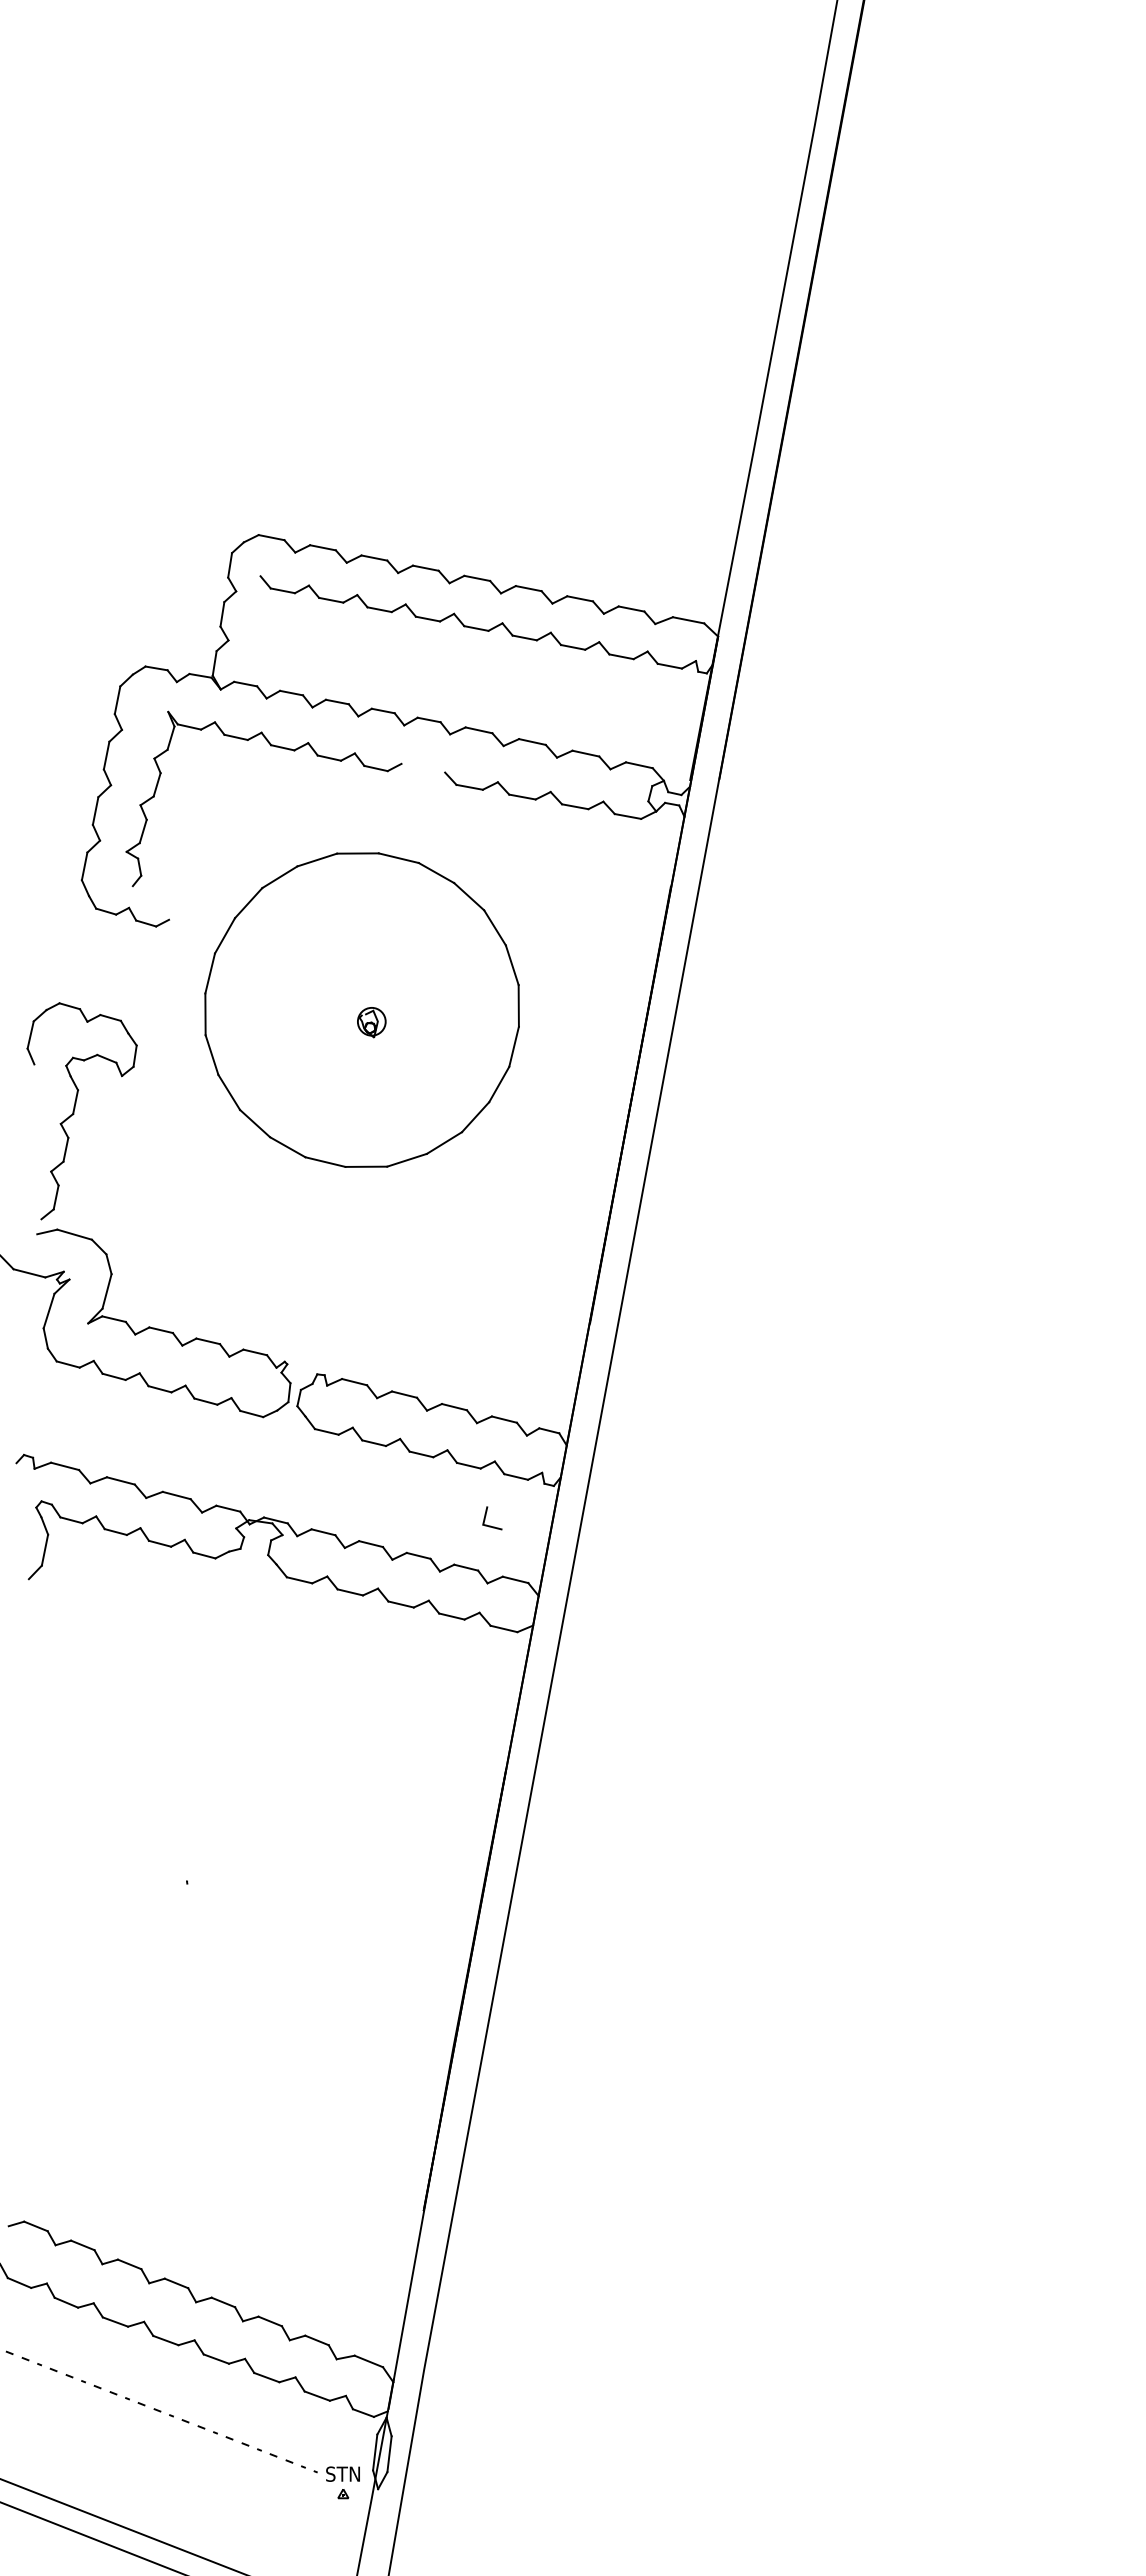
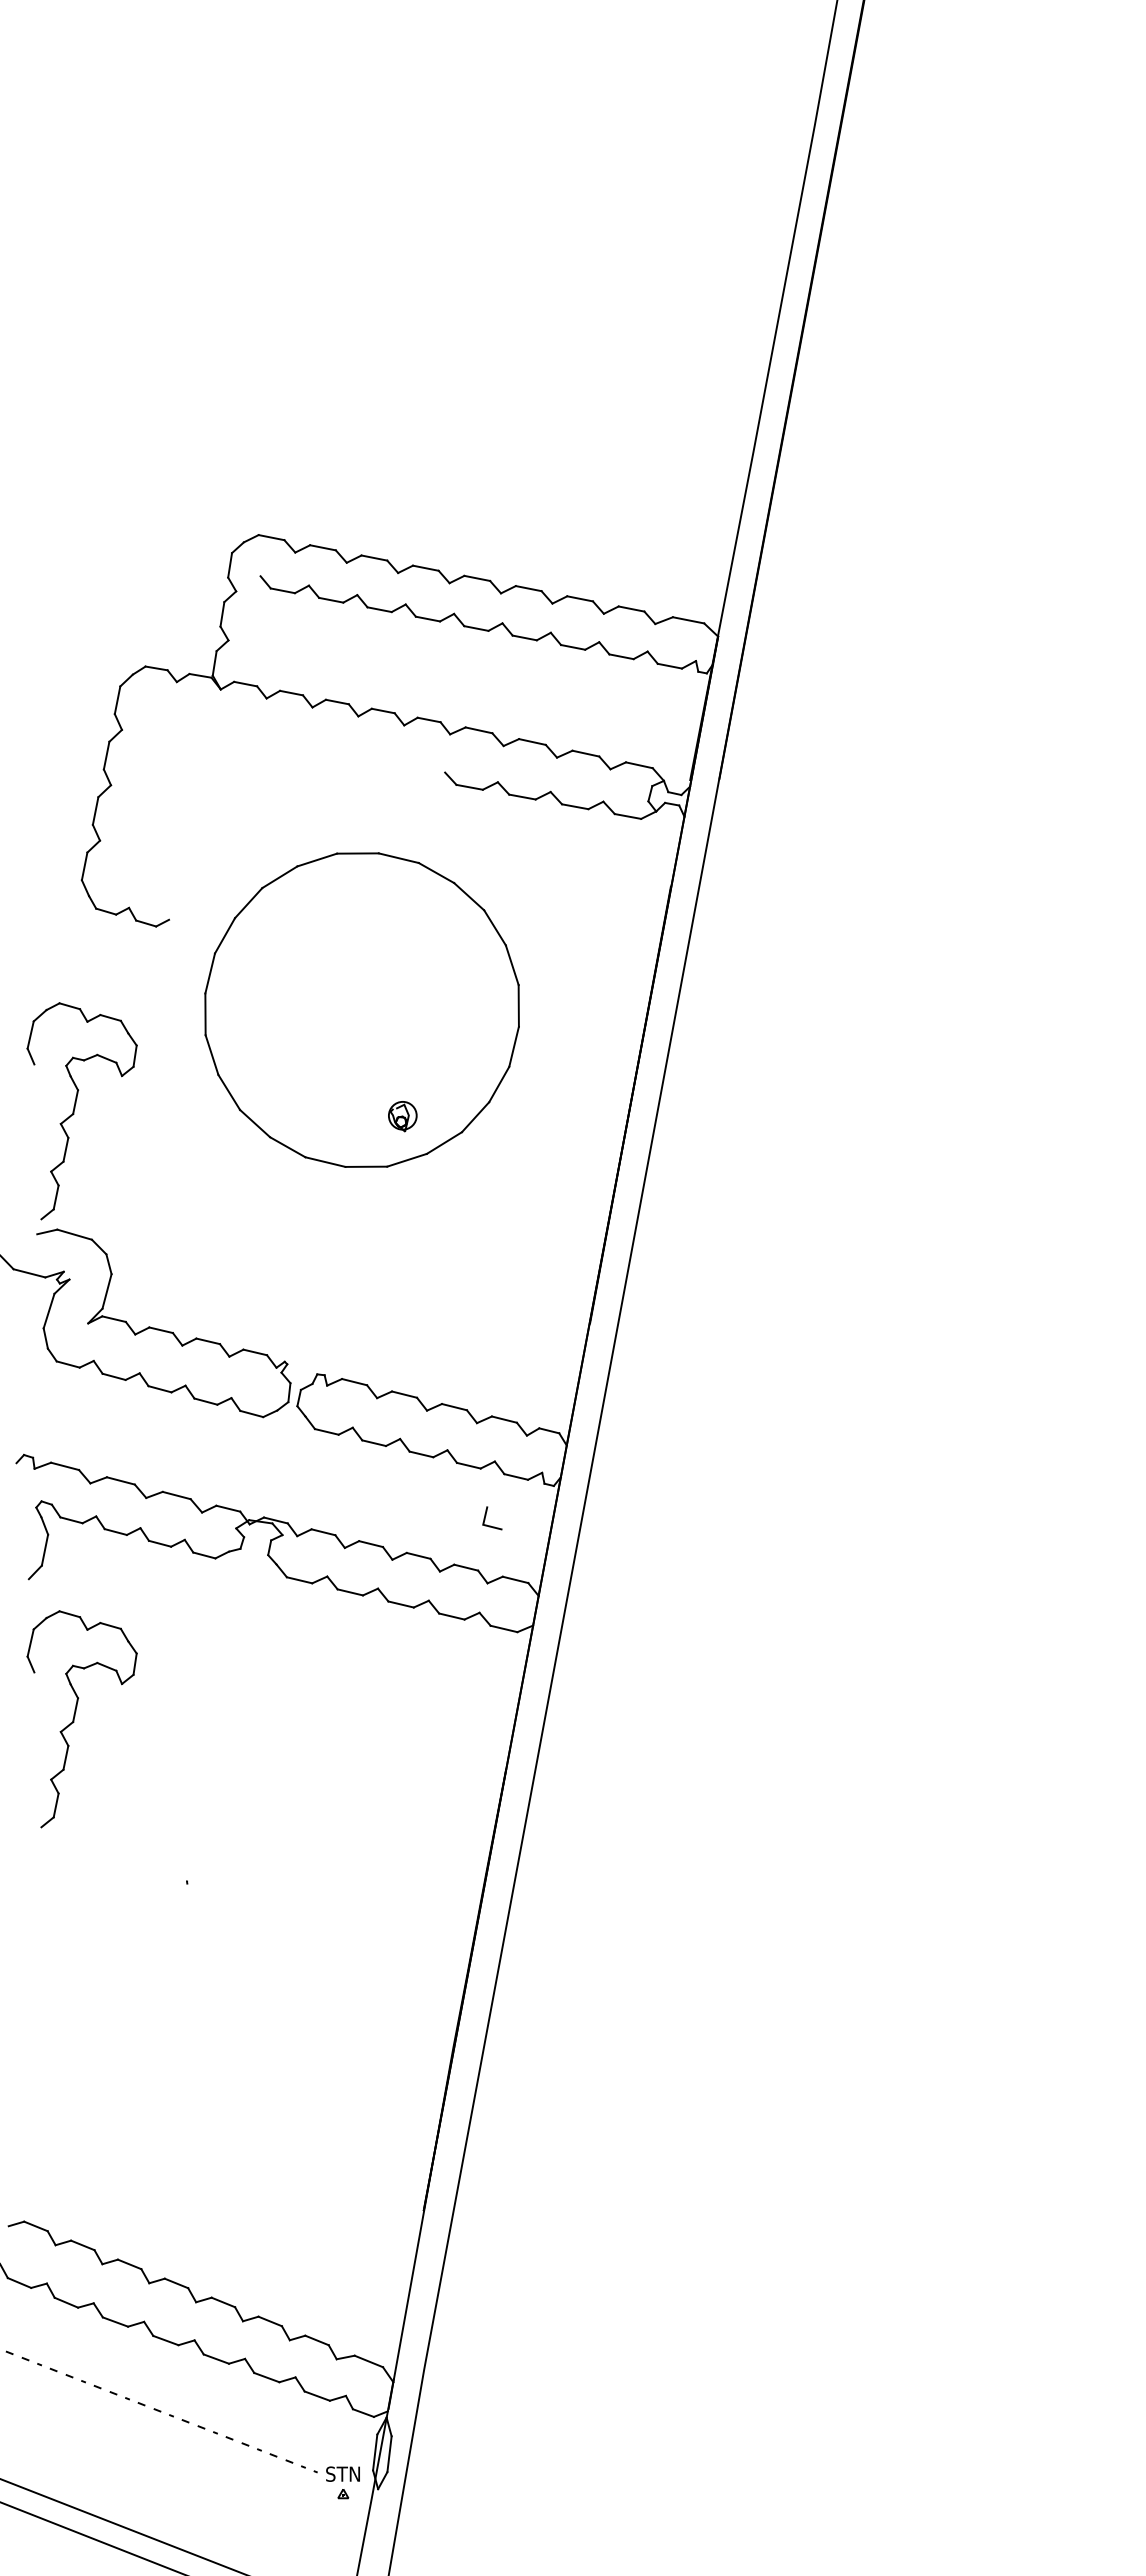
part at (275, 747): present -> none
part at (371, 1022) position: (371, 1022) -> (402, 1116)
part at (75, 1716): none -> present
